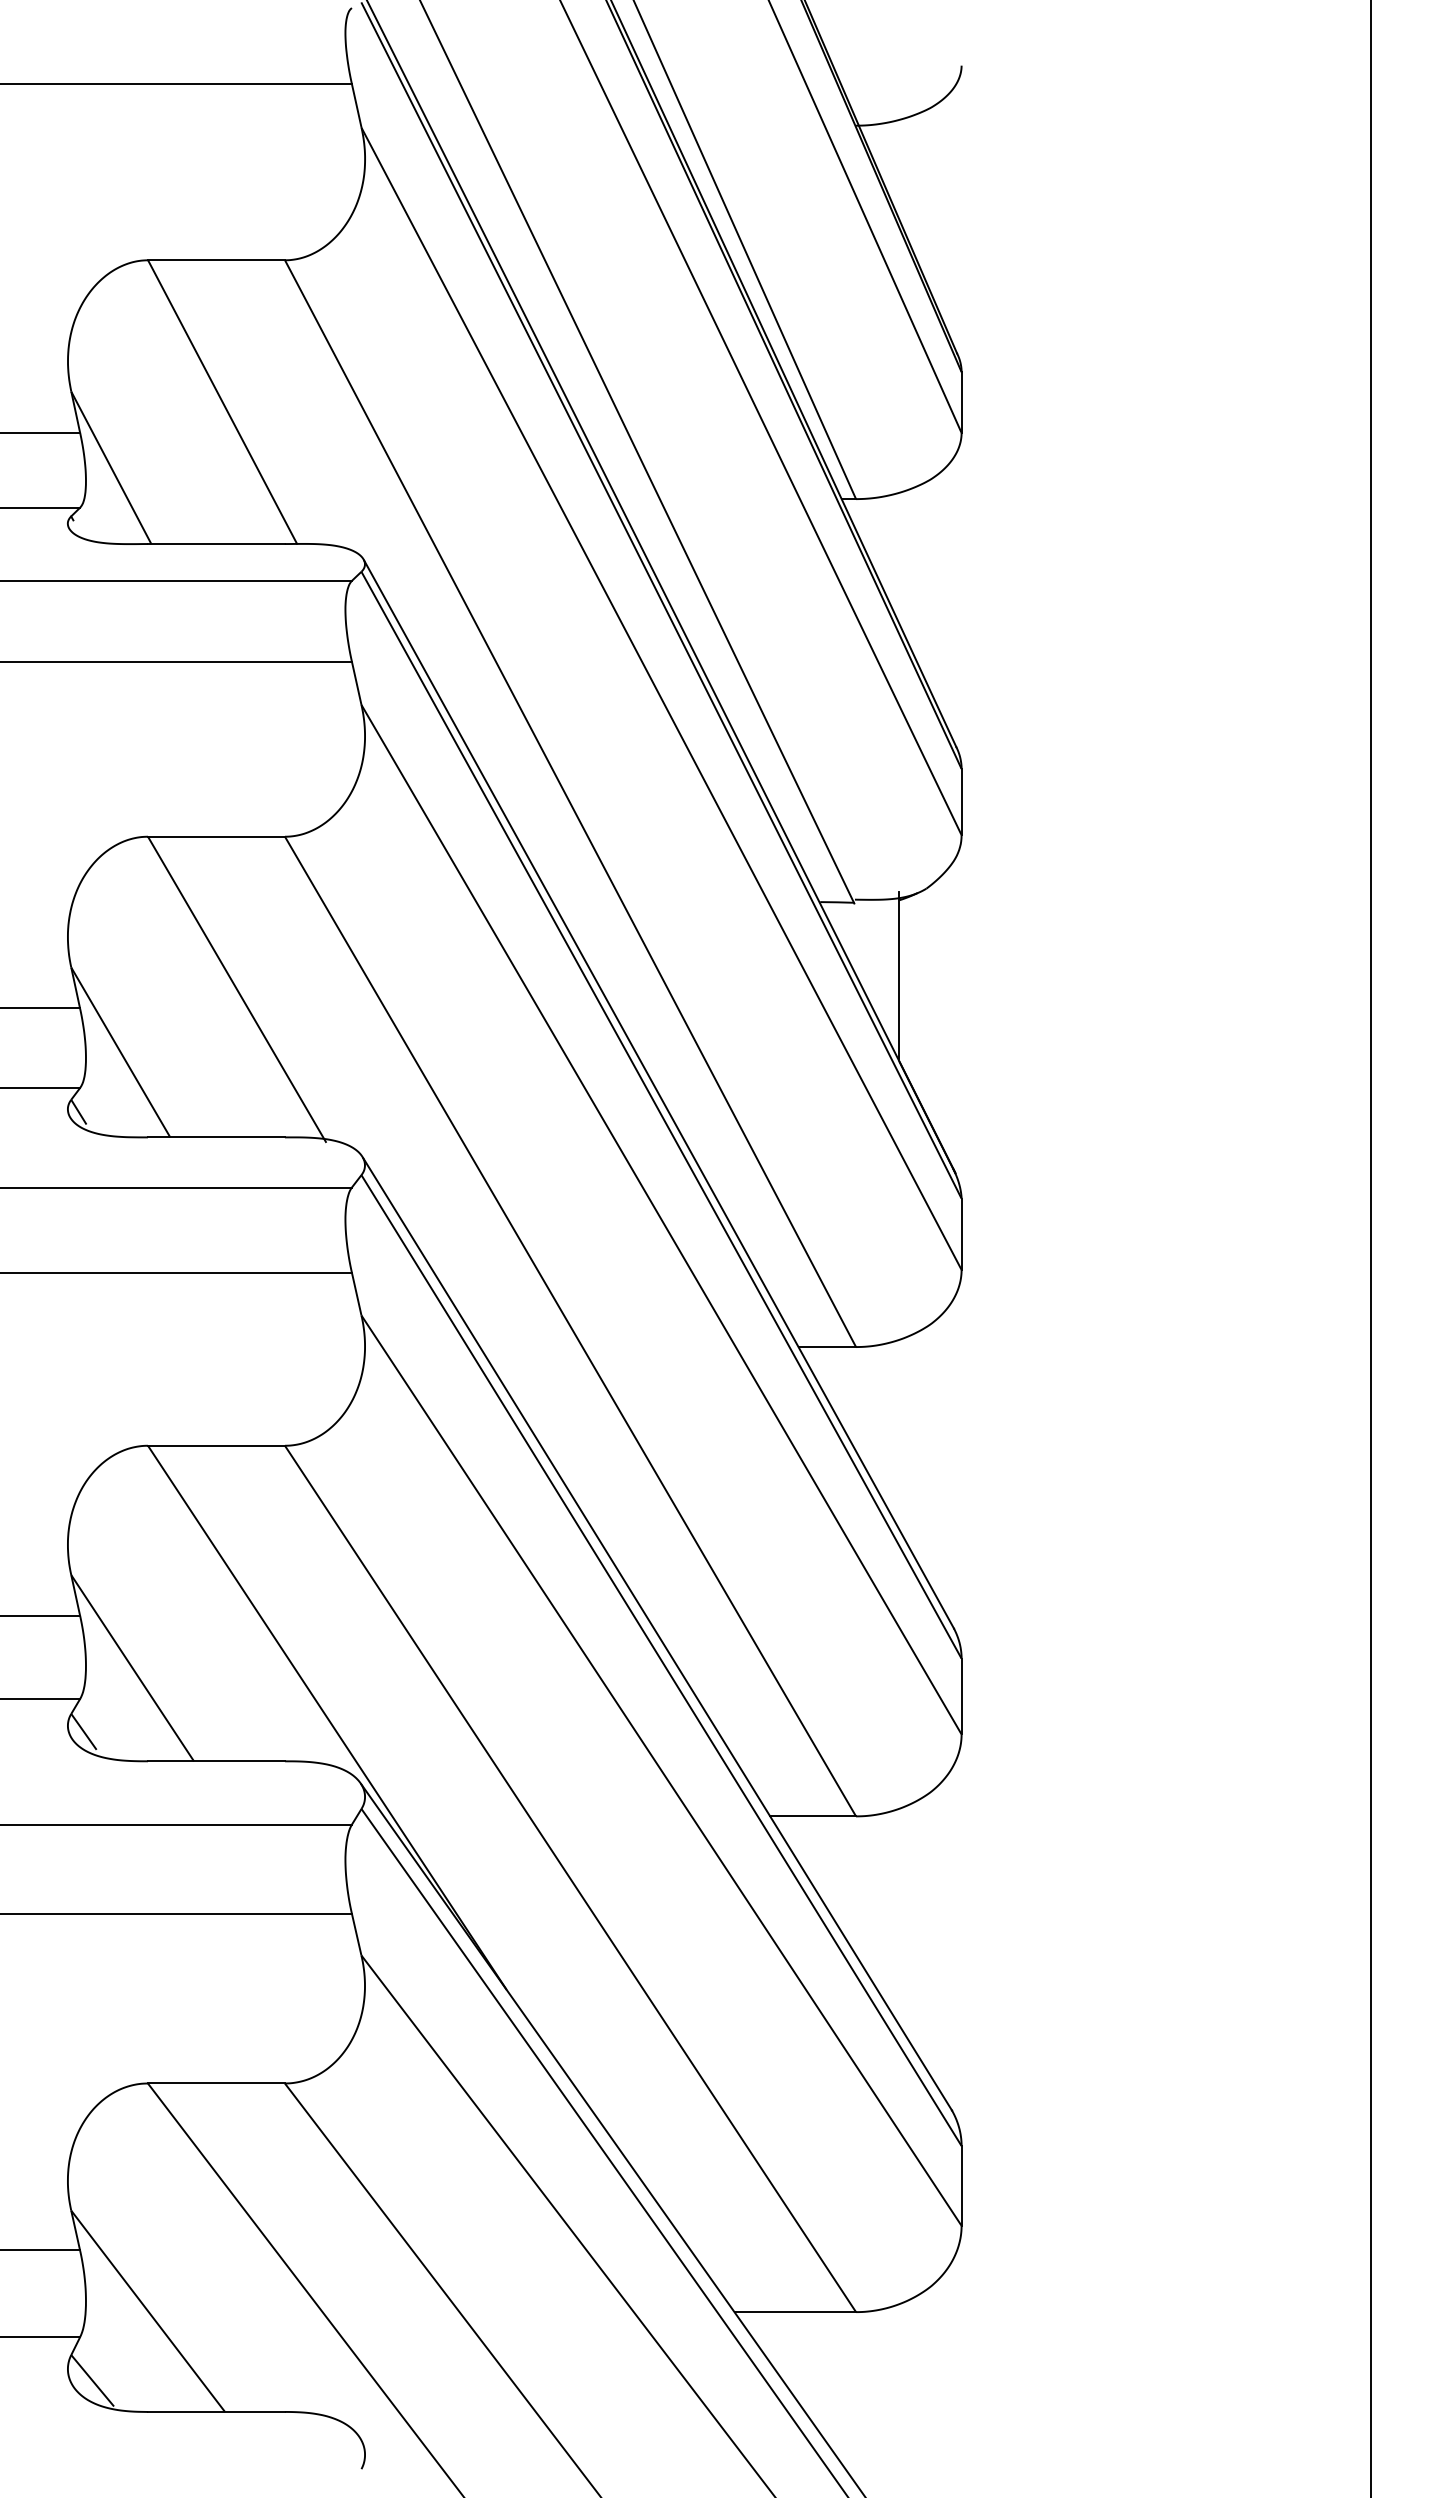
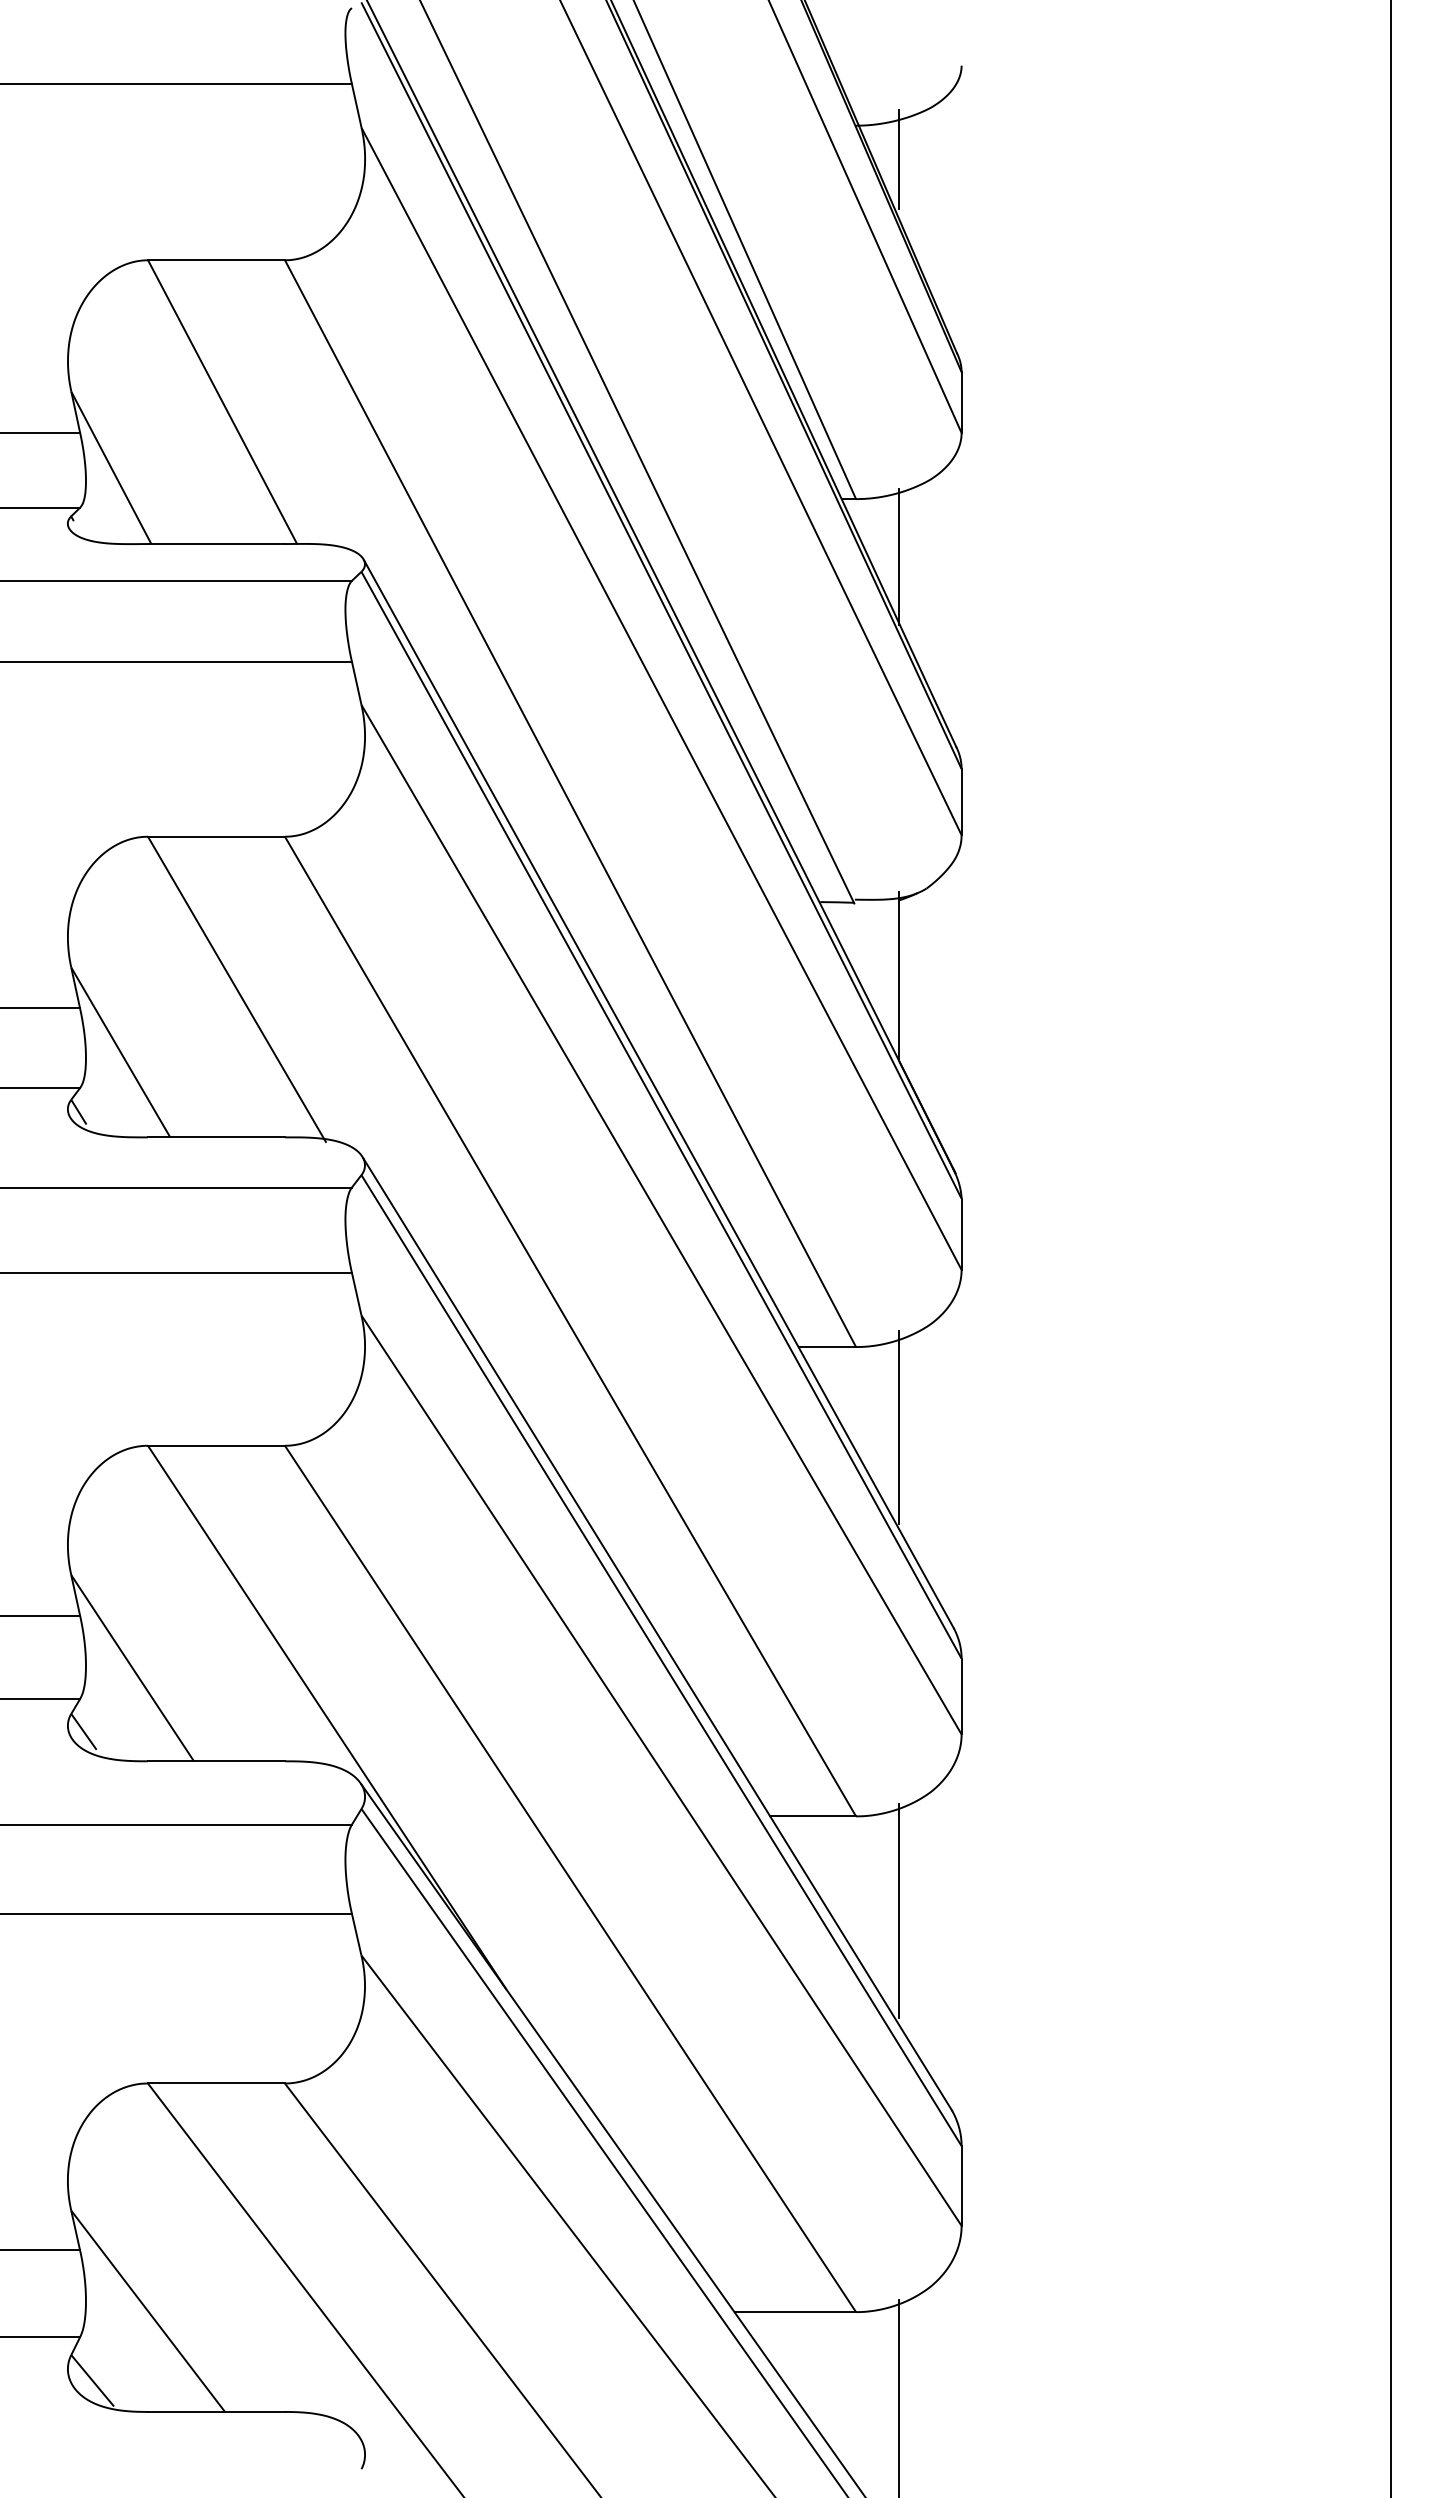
line at (899, 159): none -> present
line at (899, 557): none -> present
line at (1370, 1248) position: (1370, 1248) -> (1390, 1248)
line at (899, 1427): none -> present
line at (899, 1910): none -> present
line at (899, 2397): none -> present
